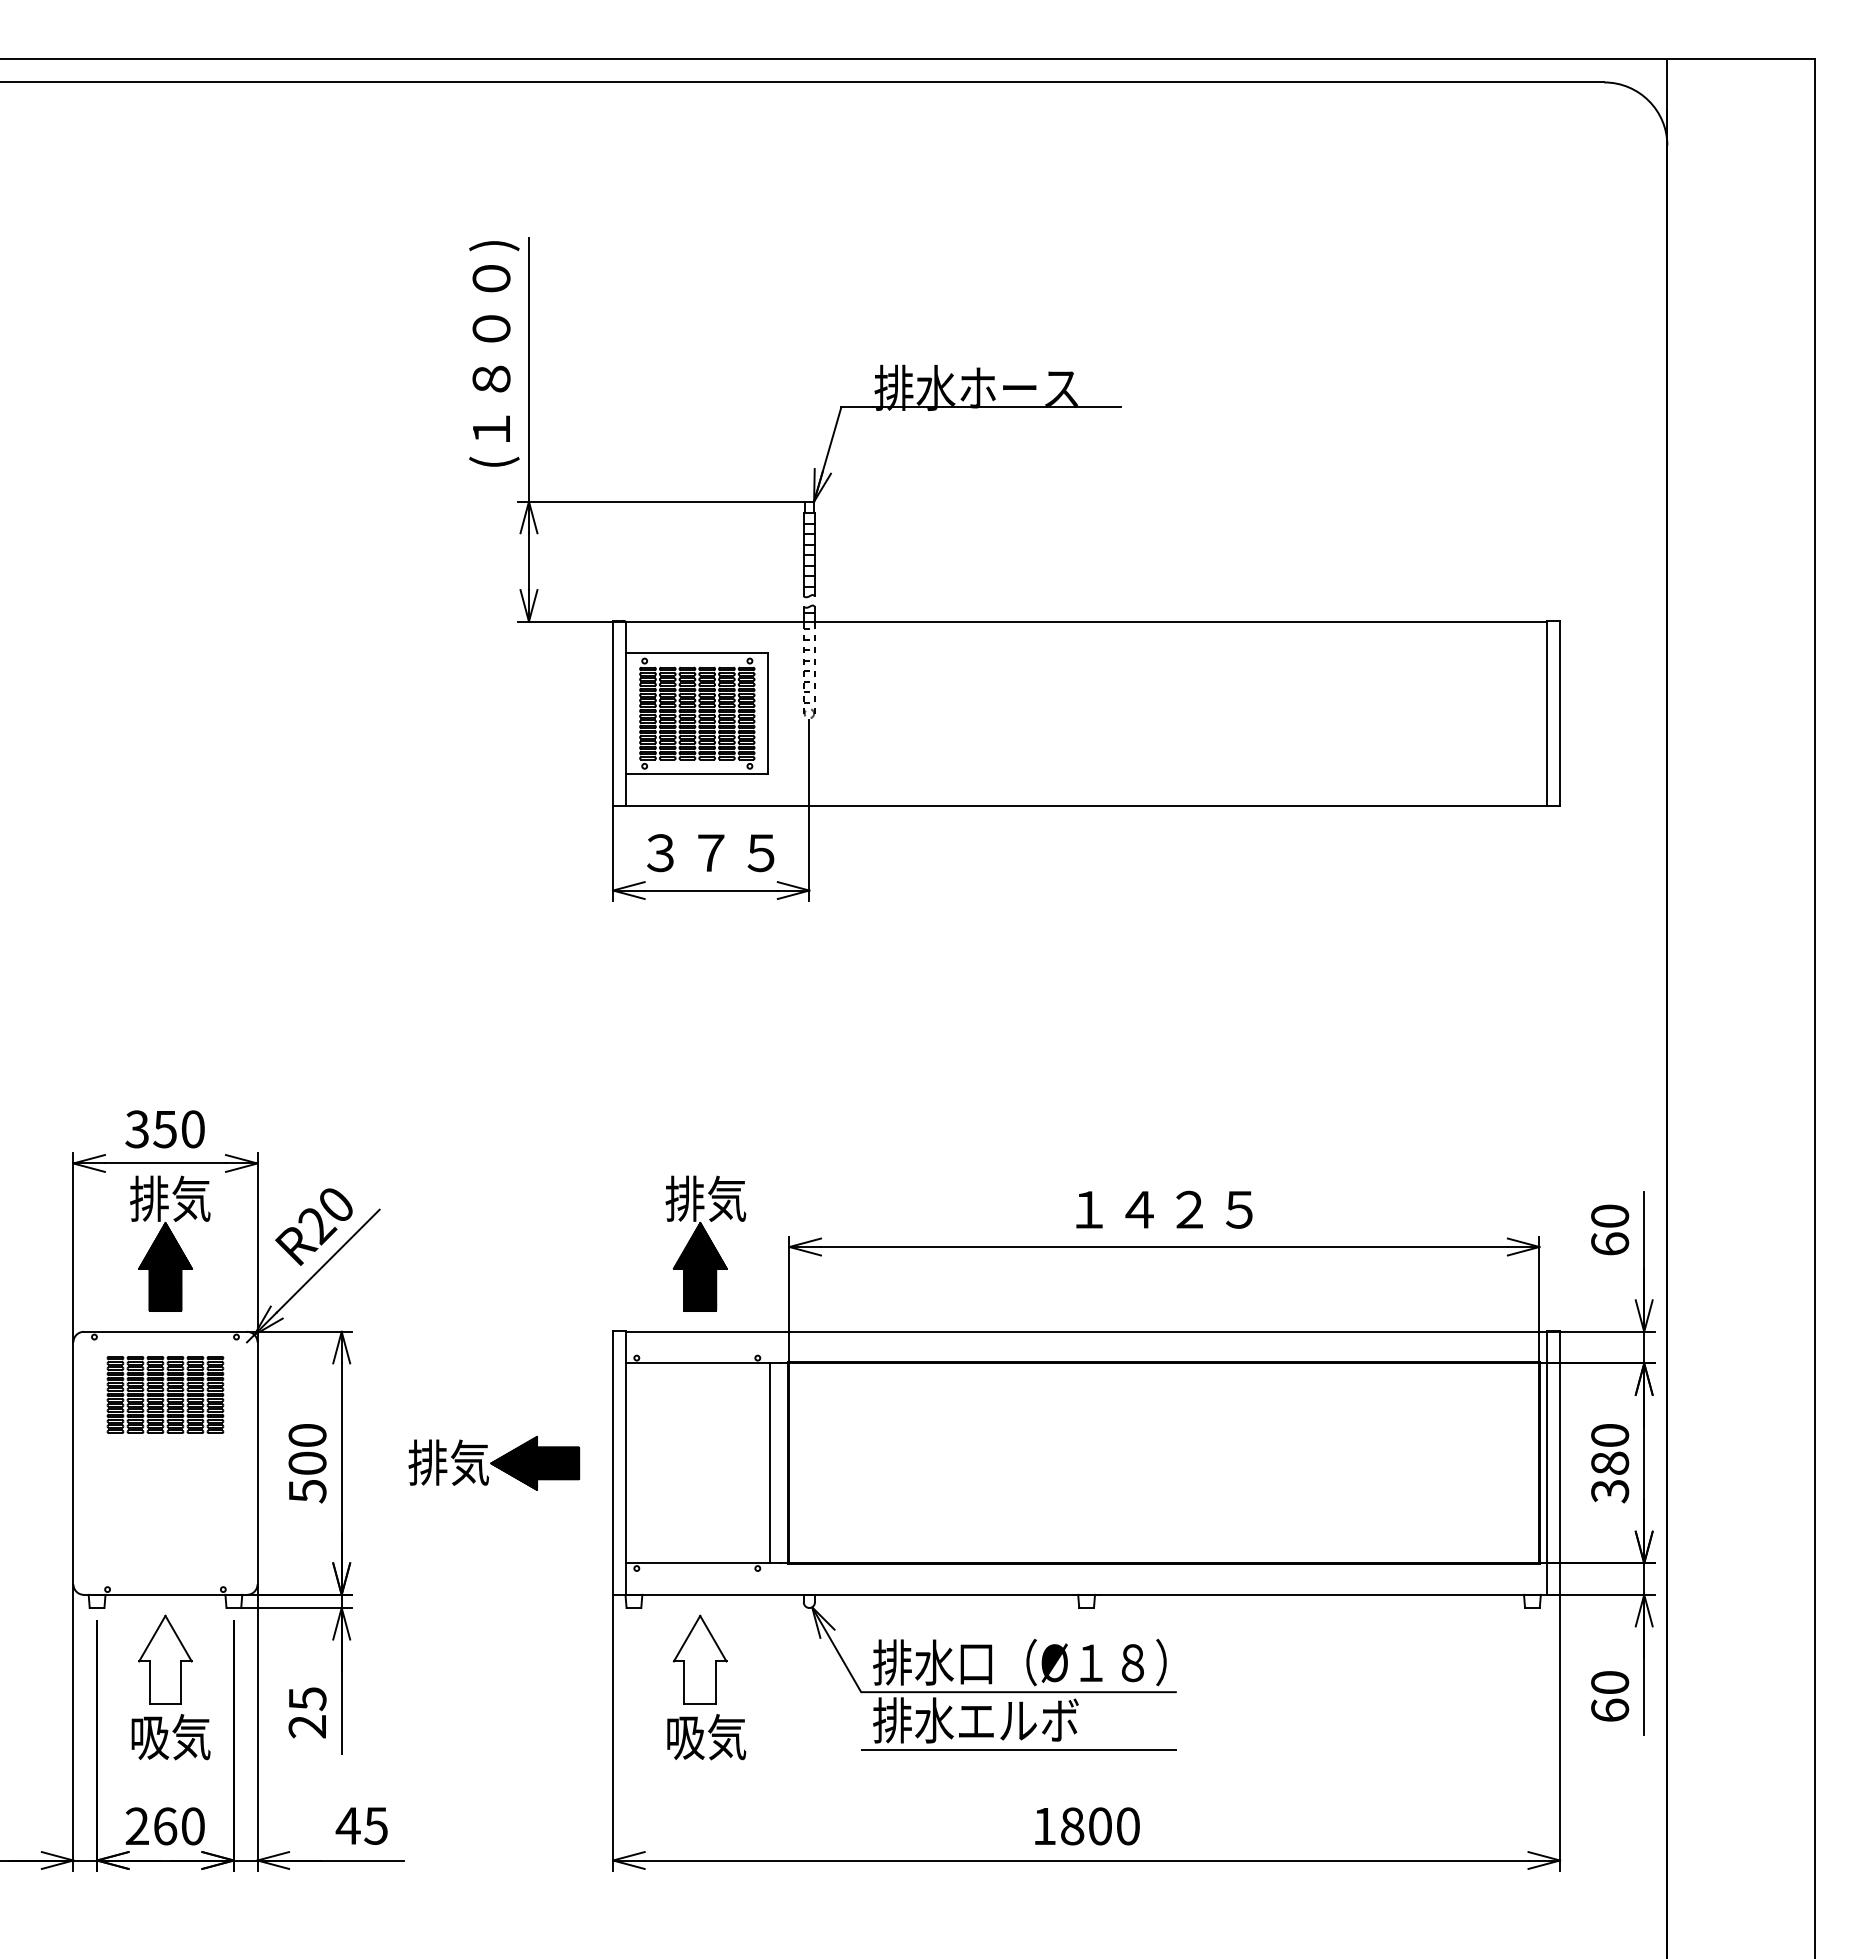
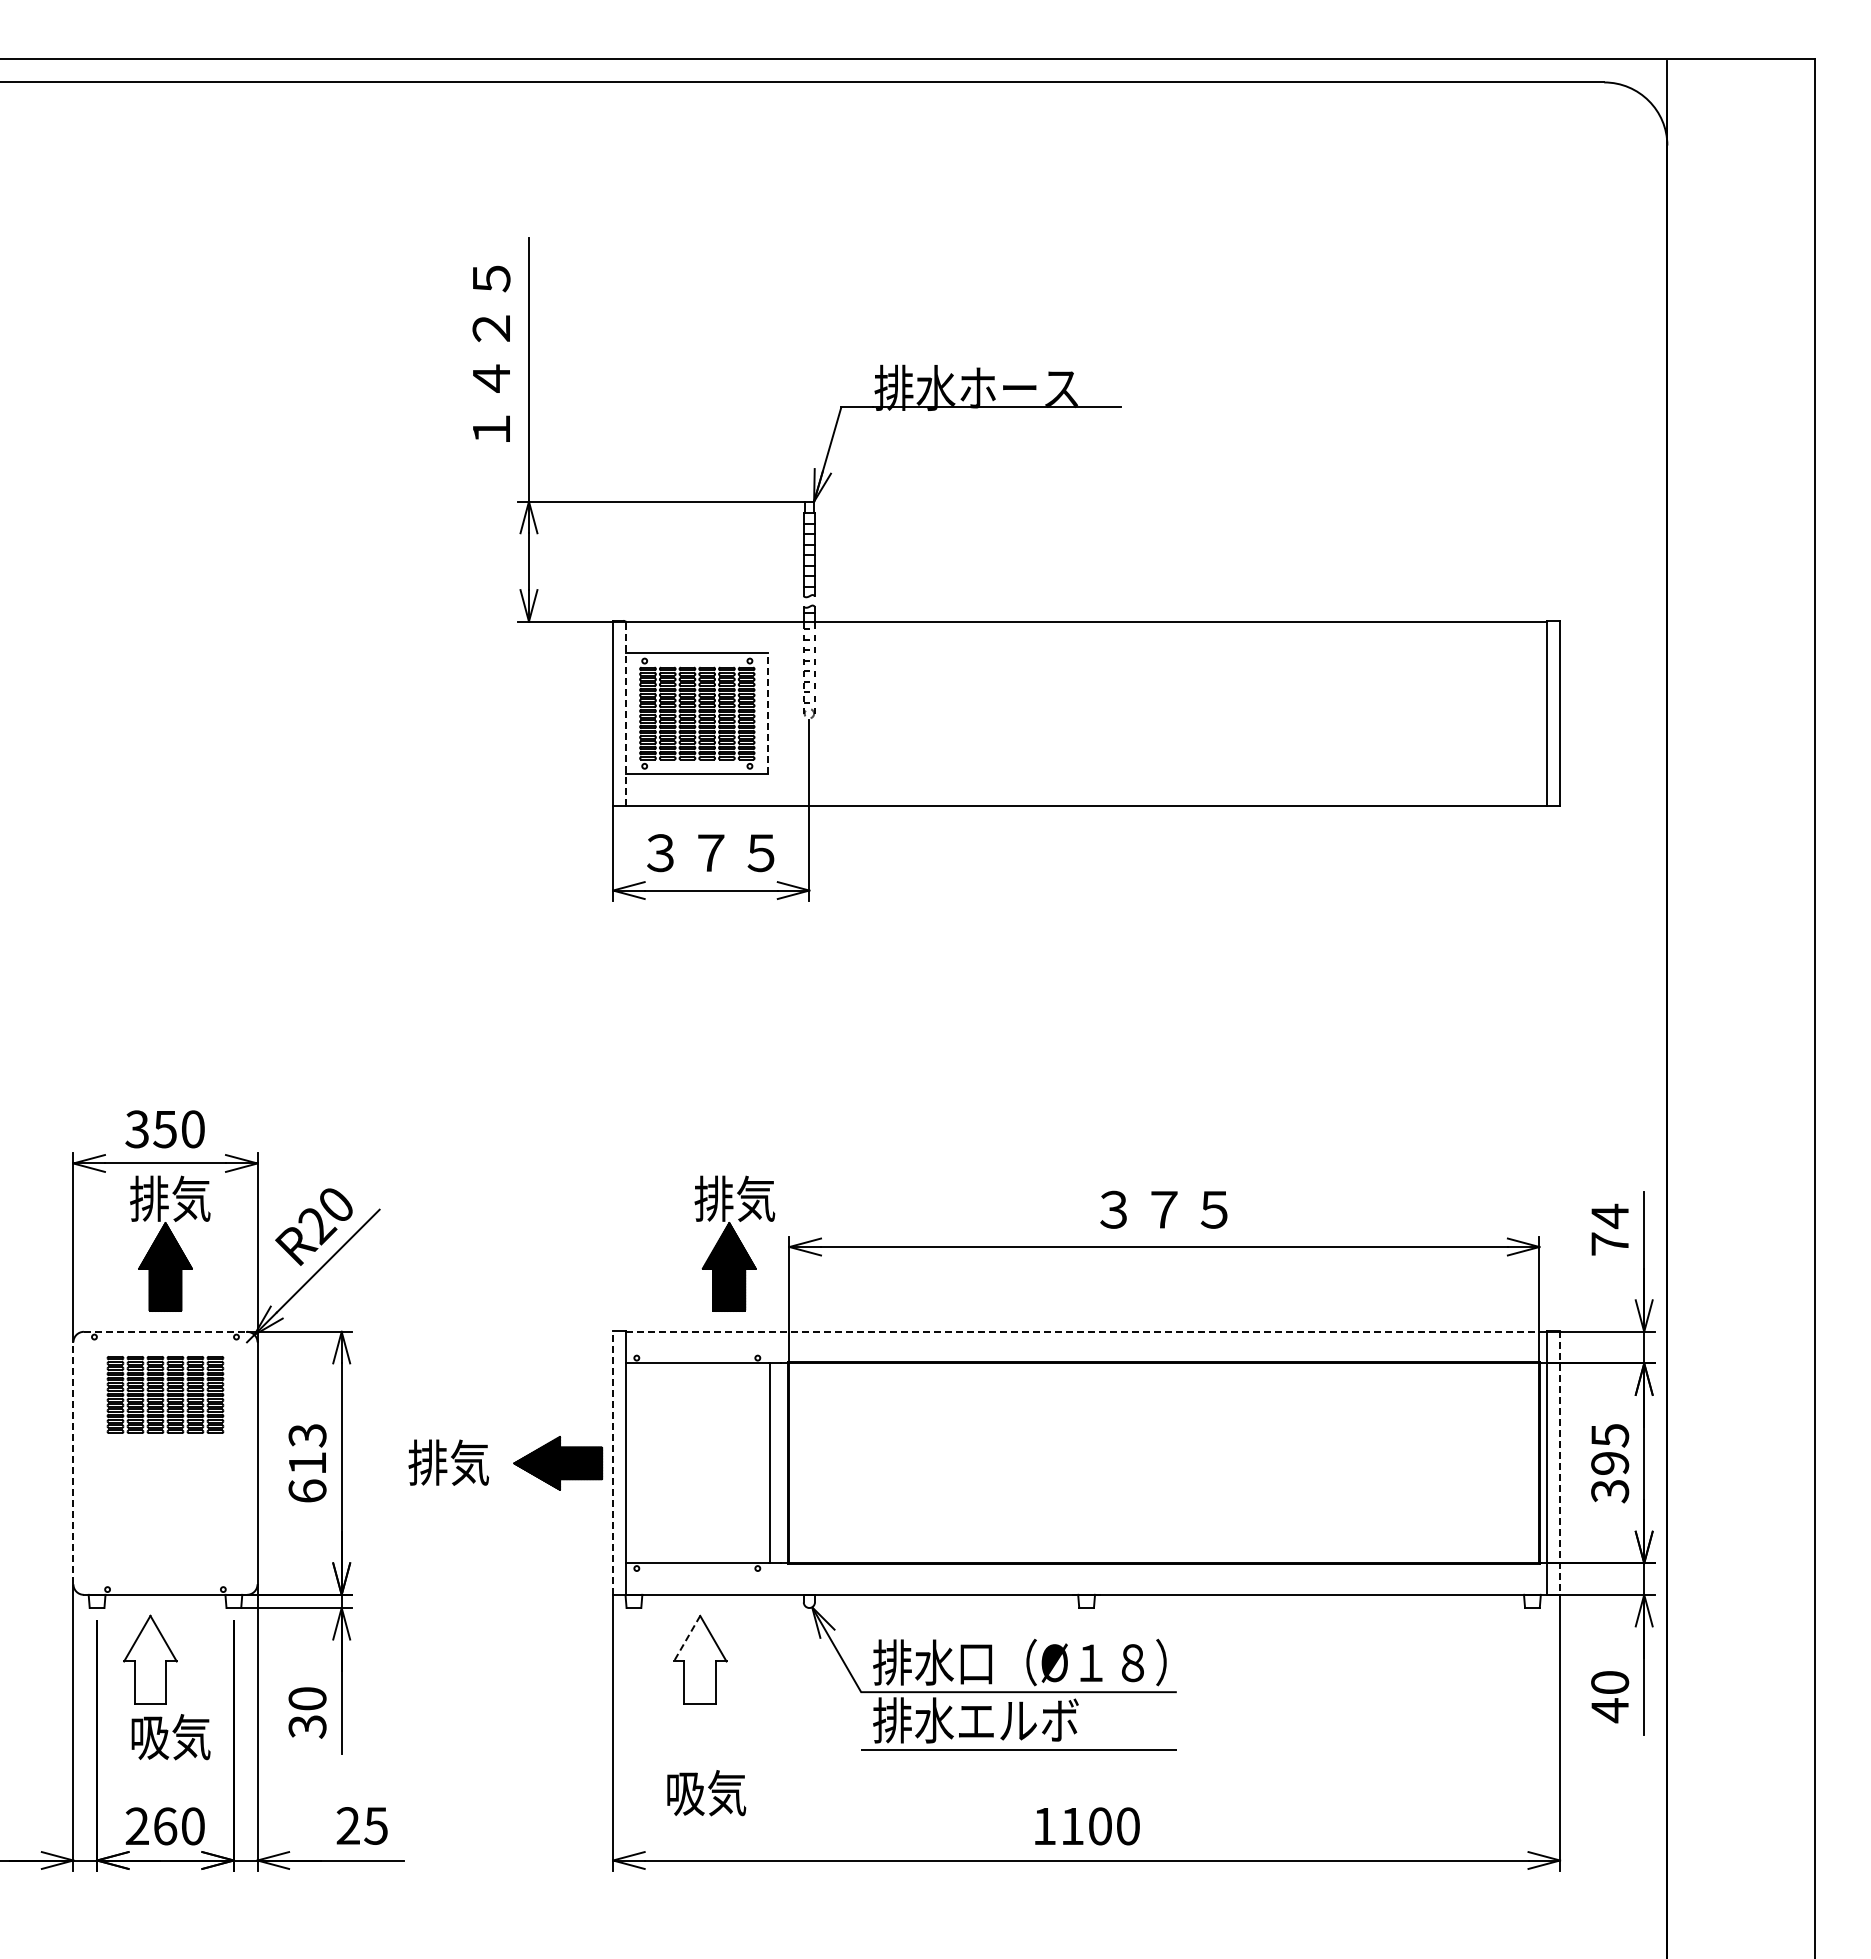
text at (494, 353): (１８００) -> １４２５
line at (625, 713): solid -> dashed
line at (768, 713): solid -> dashed
text at (1164, 1209): １４２５ -> ３７５
text at (1610, 1229): 60 -> 74
part at (705, 1243) position: (705, 1243) -> (734, 1243)
line at (165, 1331): solid -> dashed
line at (1086, 1331): solid -> dashed
text at (1610, 1449): 380 -> 395
line at (613, 1462): solid -> dashed
line at (73, 1463): solid -> dashed
text at (307, 1463): 500 -> 613
part at (535, 1463) position: (535, 1463) -> (558, 1463)
line at (1560, 1463): solid -> dashed
line at (686, 1639): solid -> dashed
part at (165, 1659) position: (165, 1659) -> (150, 1659)
text at (1610, 1710): 60 -> 40
text at (307, 1712): 25 -> 30
text at (706, 1737) position: (706, 1737) -> (706, 1793)
text at (347, 1825): 45 -> 25
text at (1072, 1826): 1800 -> 1100
